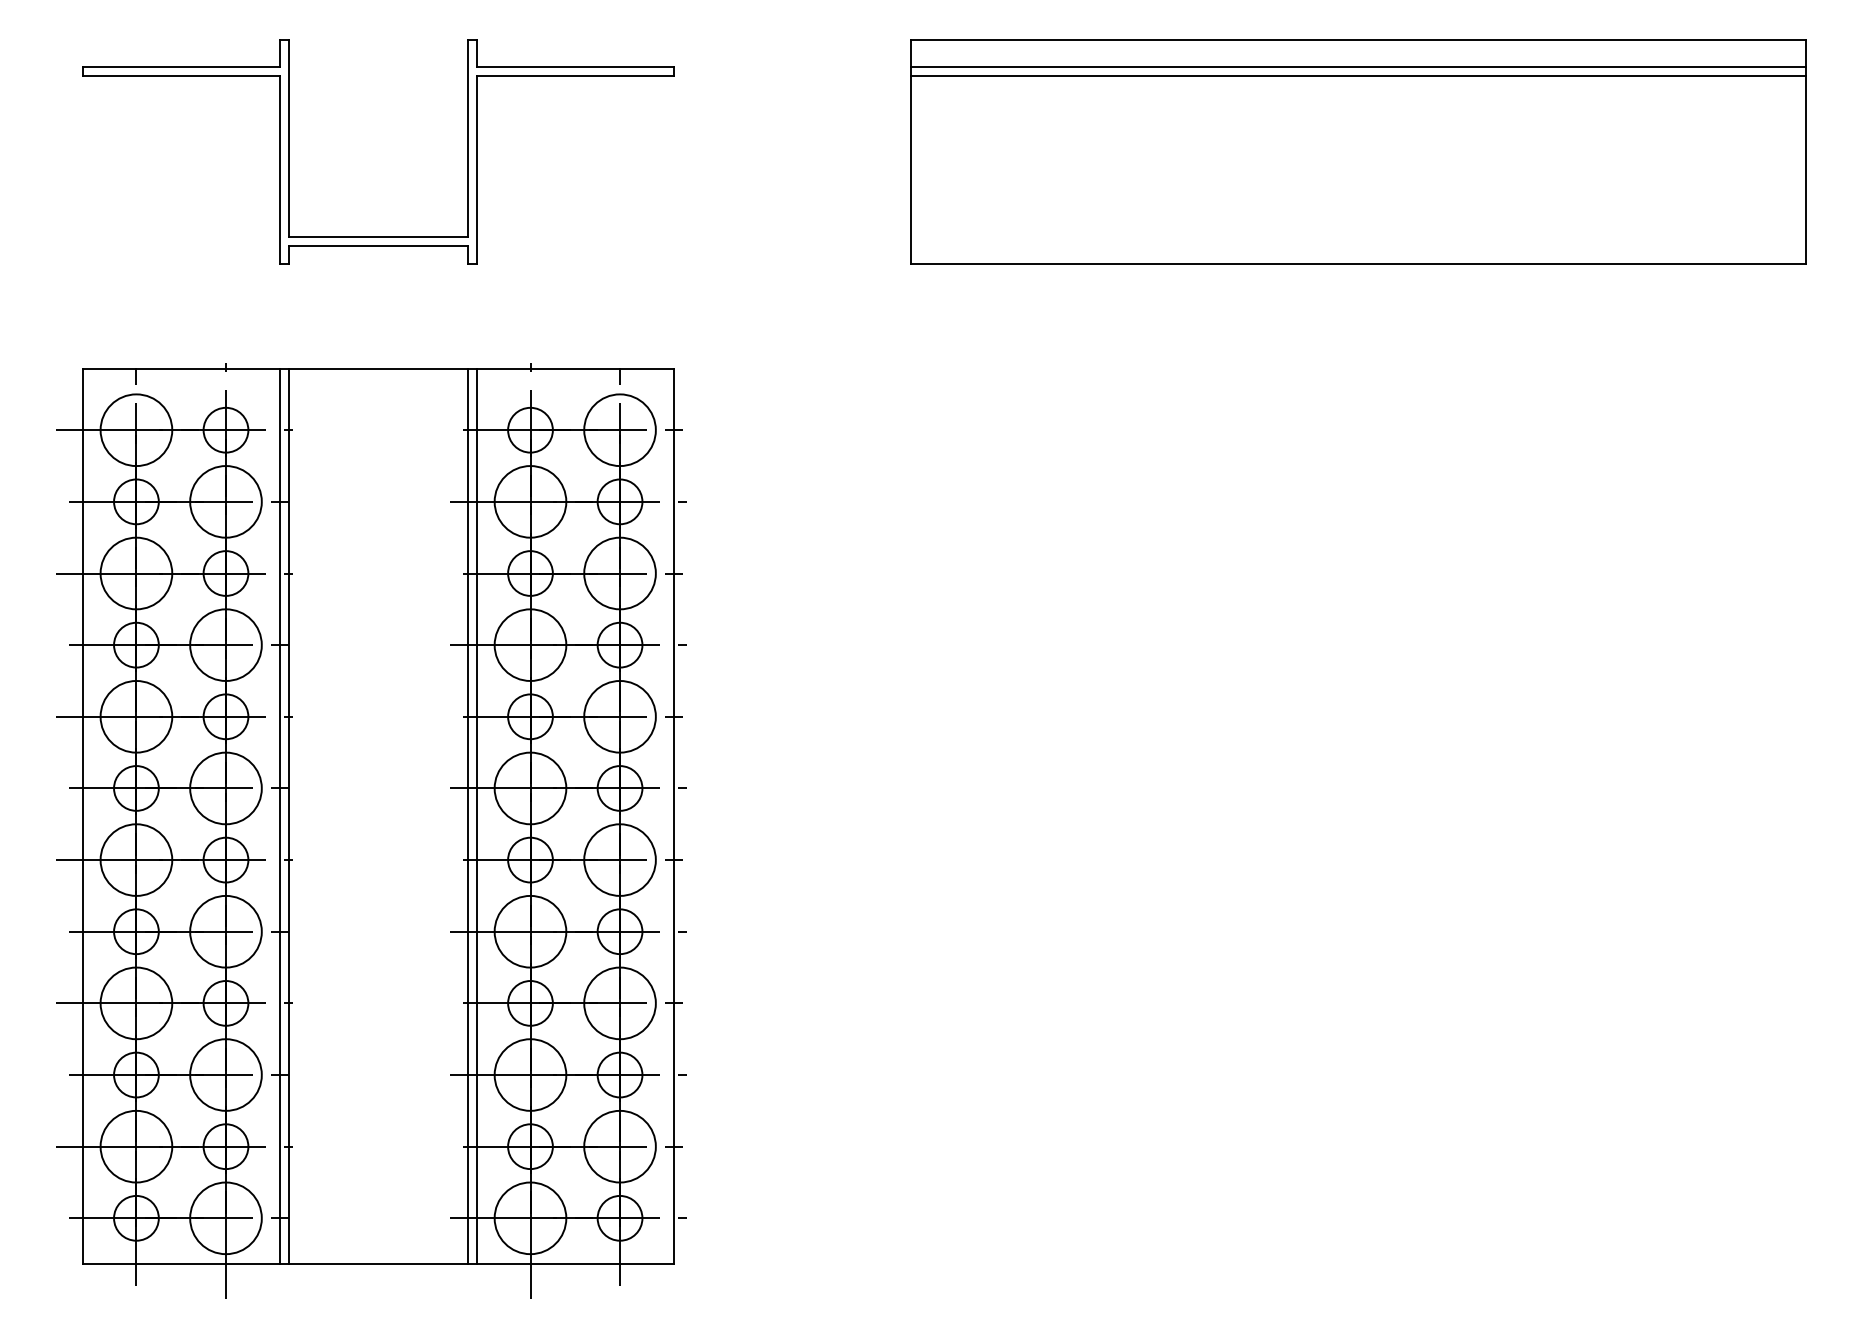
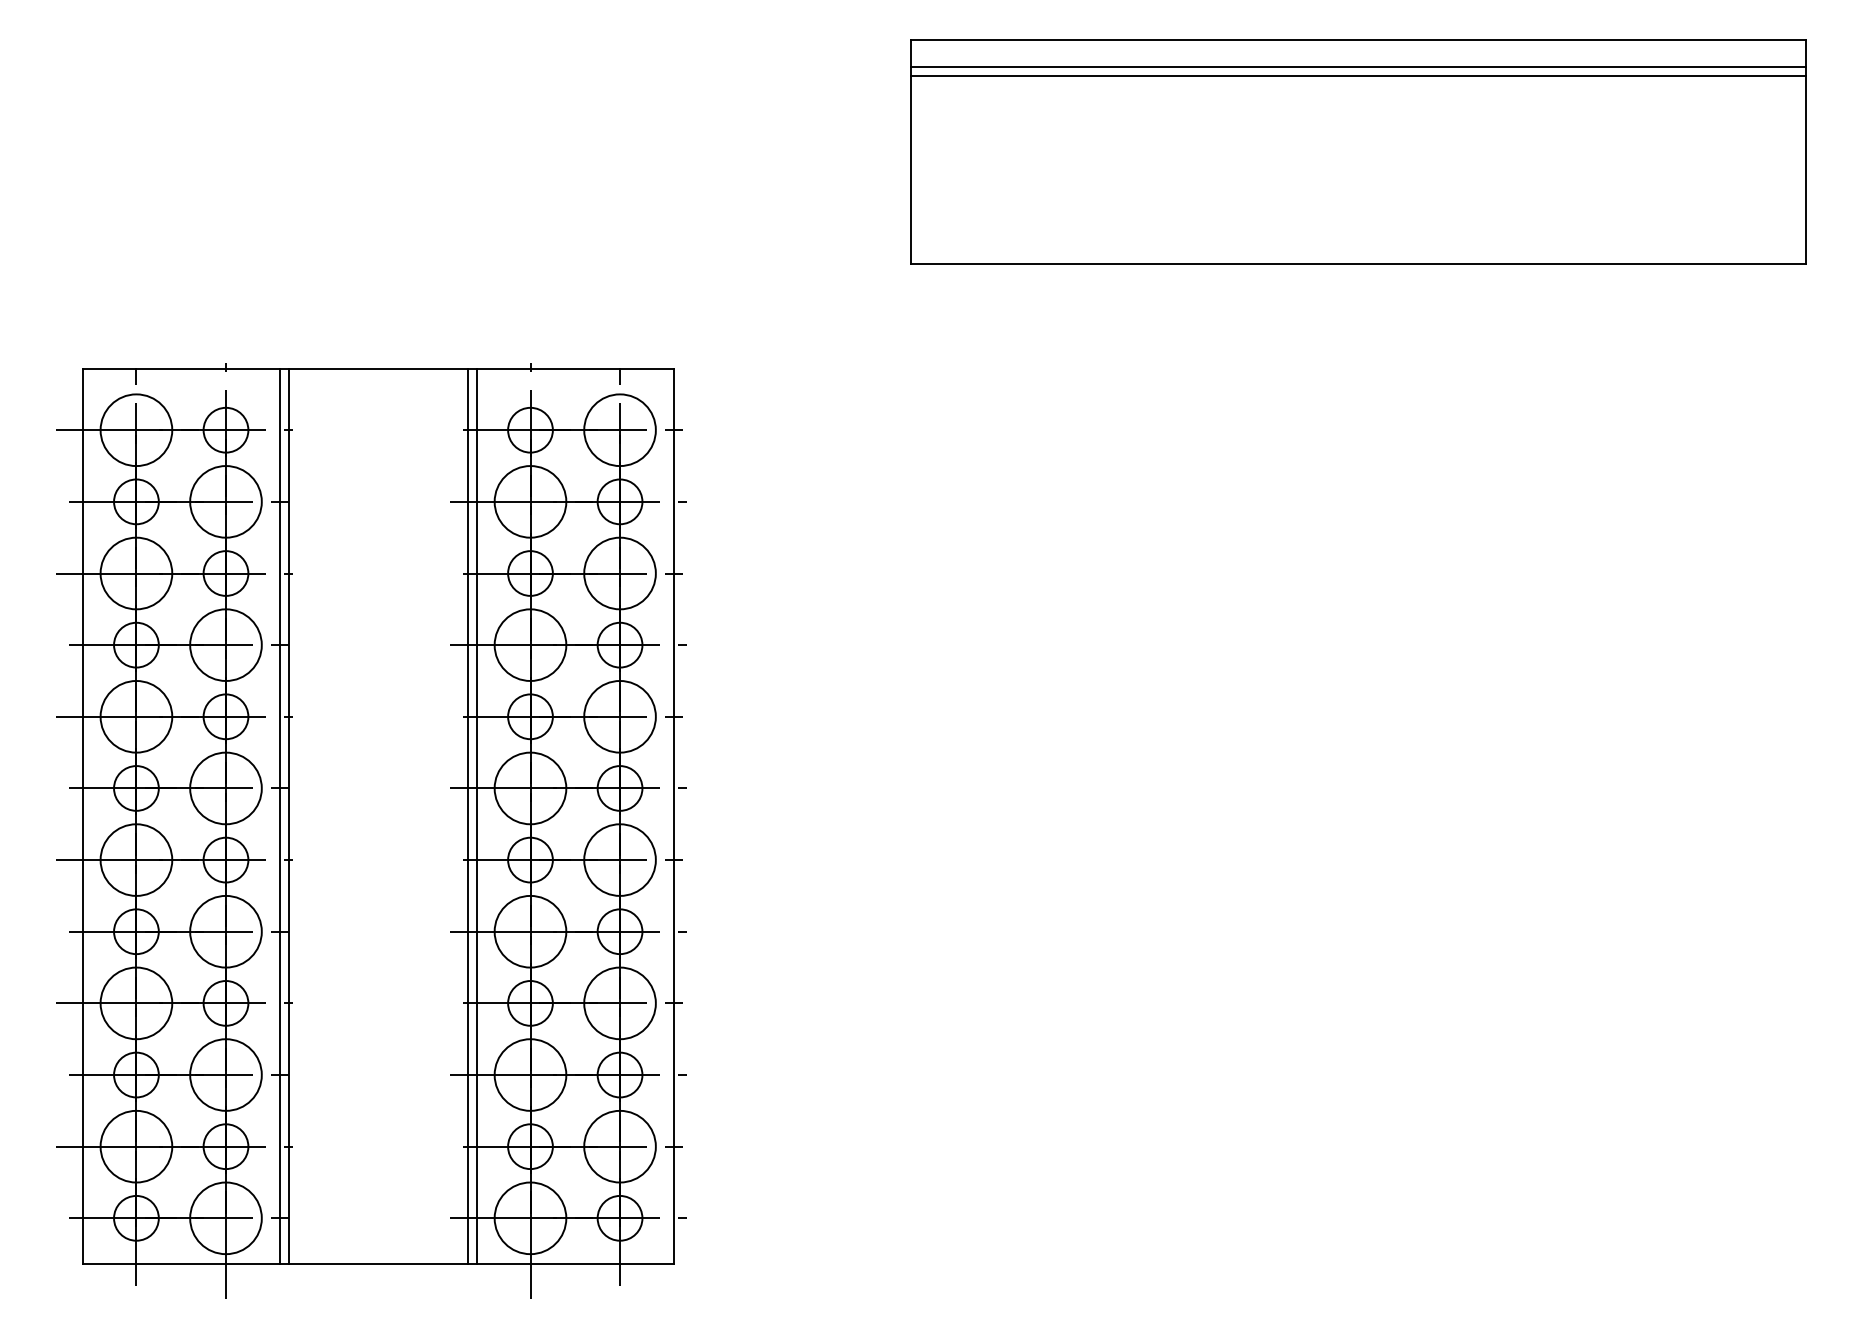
part at (378, 236): present -> none
